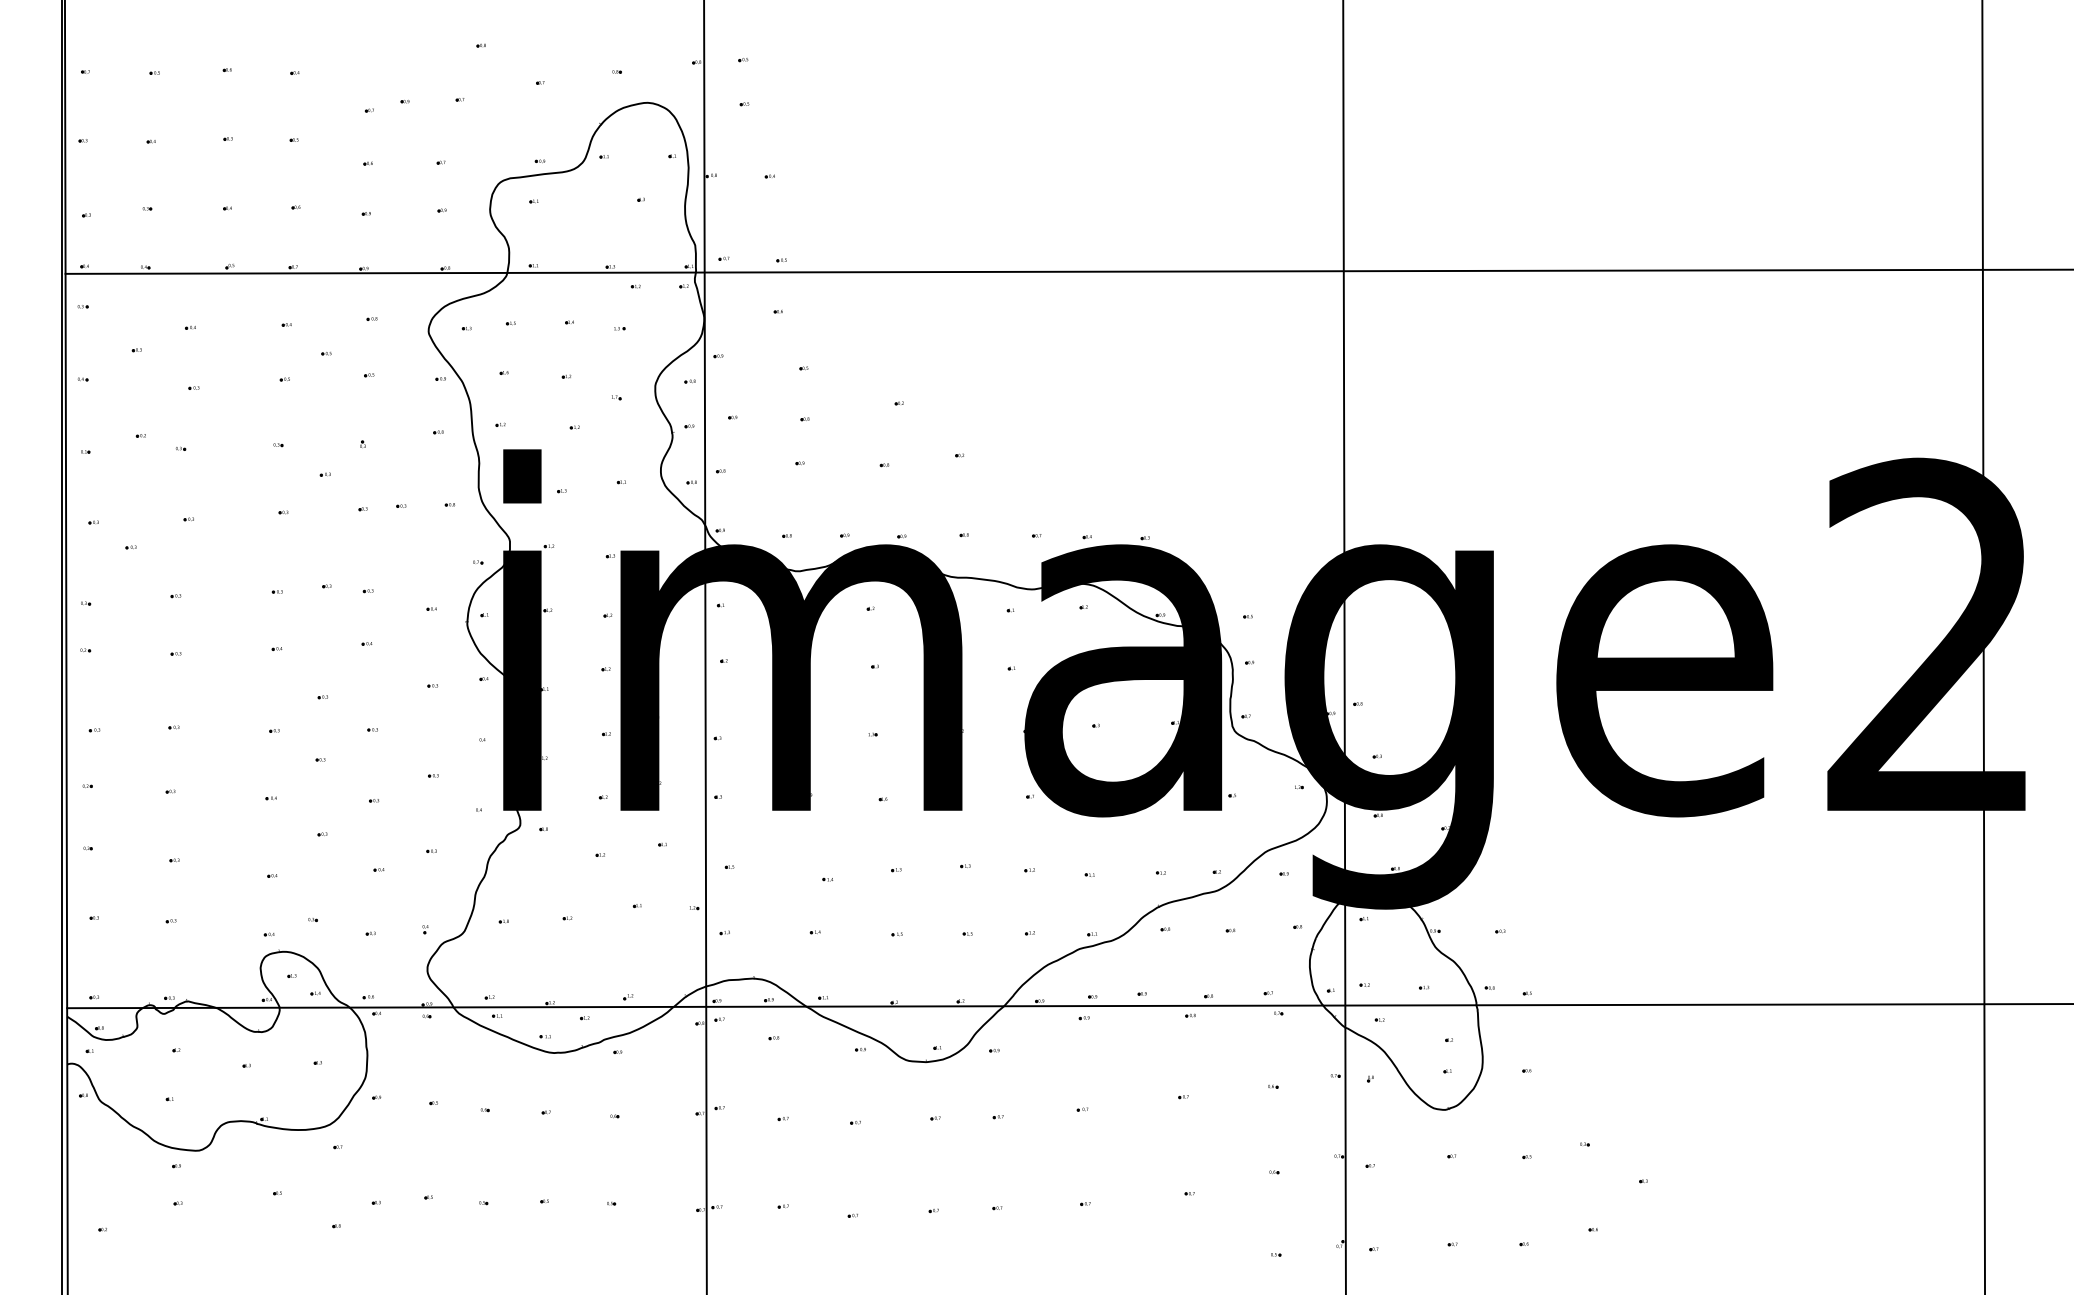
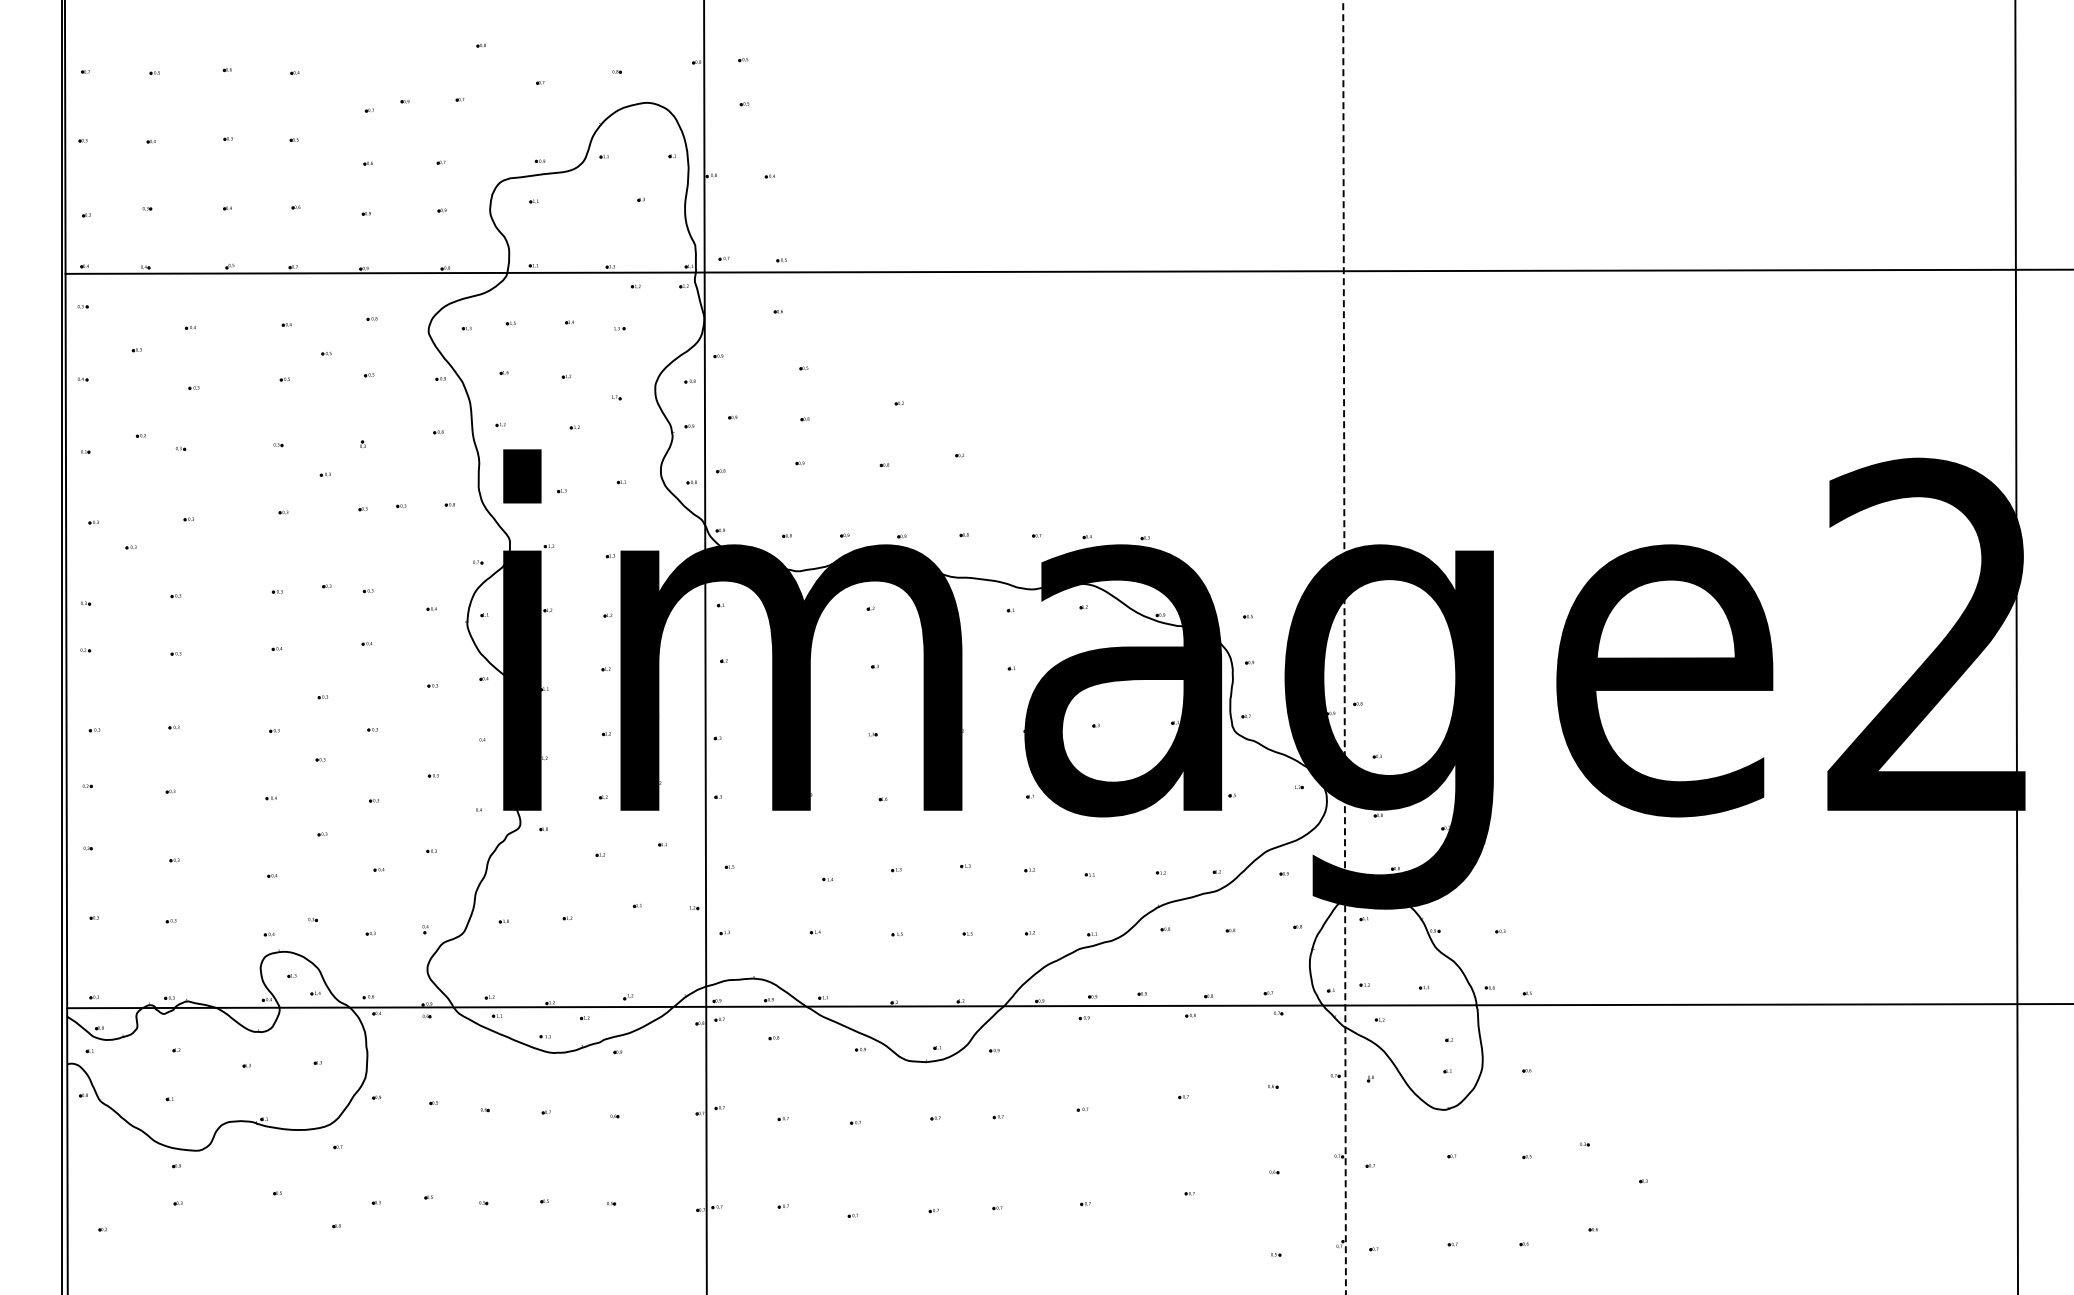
line at (1983, 646) position: (1983, 646) -> (2016, 646)
line at (1344, 647): solid -> dashed
